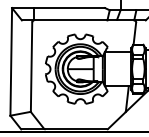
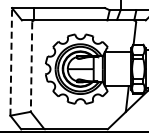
line at (11, 61): solid -> dashed
line at (31, 67): solid -> dashed
